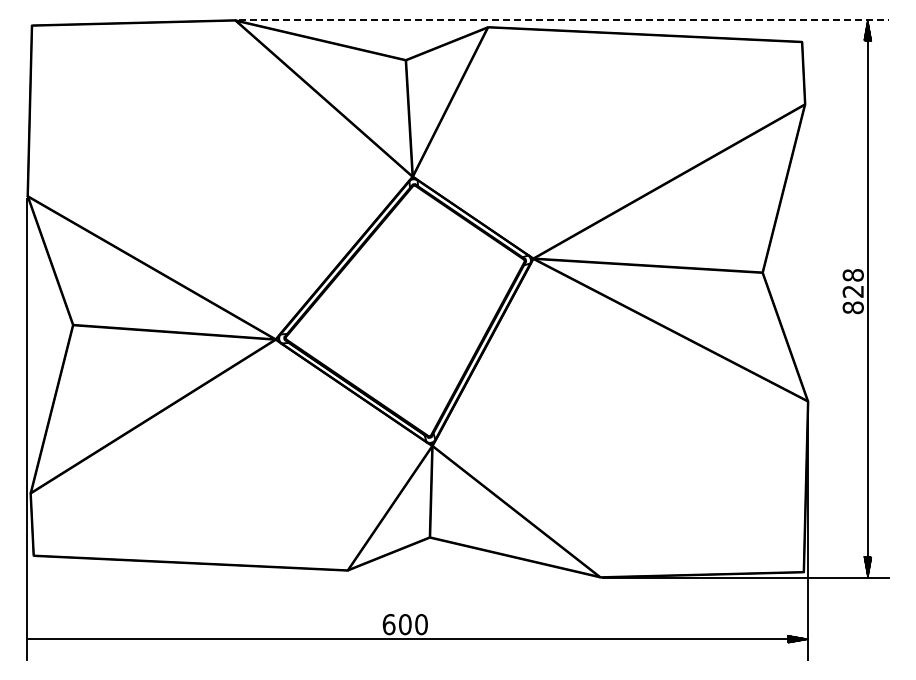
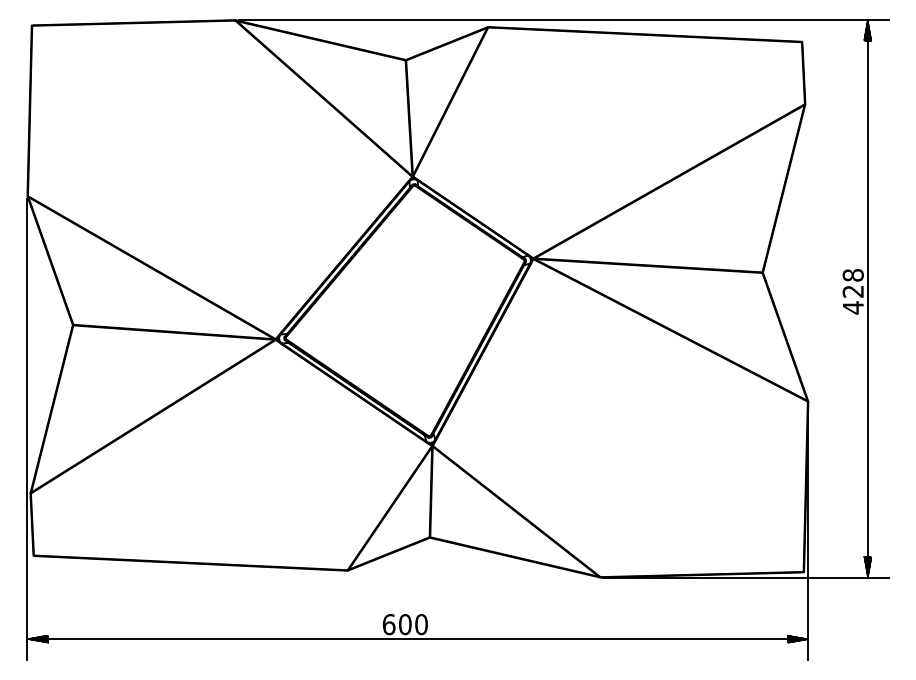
line at (563, 20): dashed -> solid
text at (852, 307): 828 -> 428
hatch at (37, 638): none -> present
